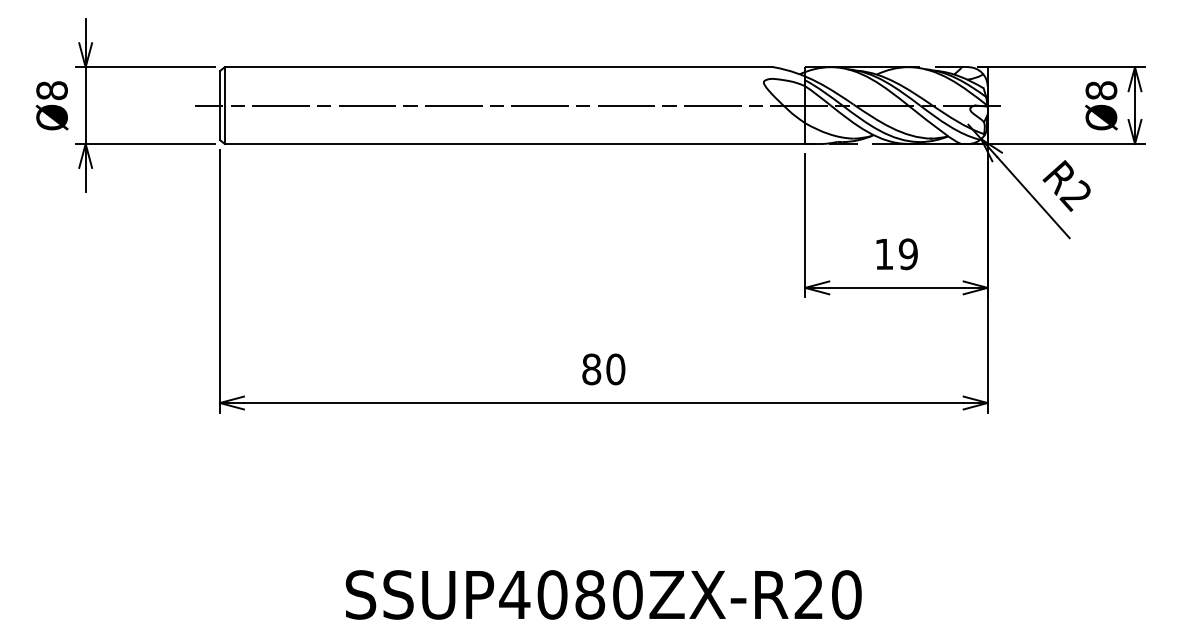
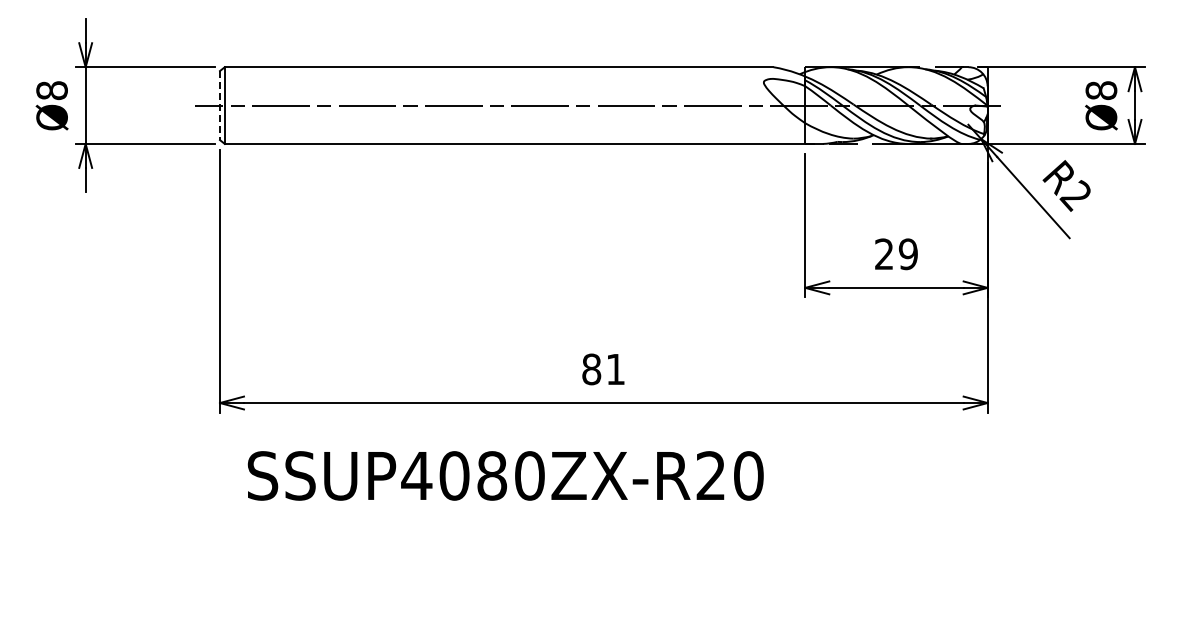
line at (220, 105): solid -> dashed
text at (883, 253): 19 -> 29
text at (615, 369): 80 -> 81
text at (603, 594) position: (603, 594) -> (505, 475)
